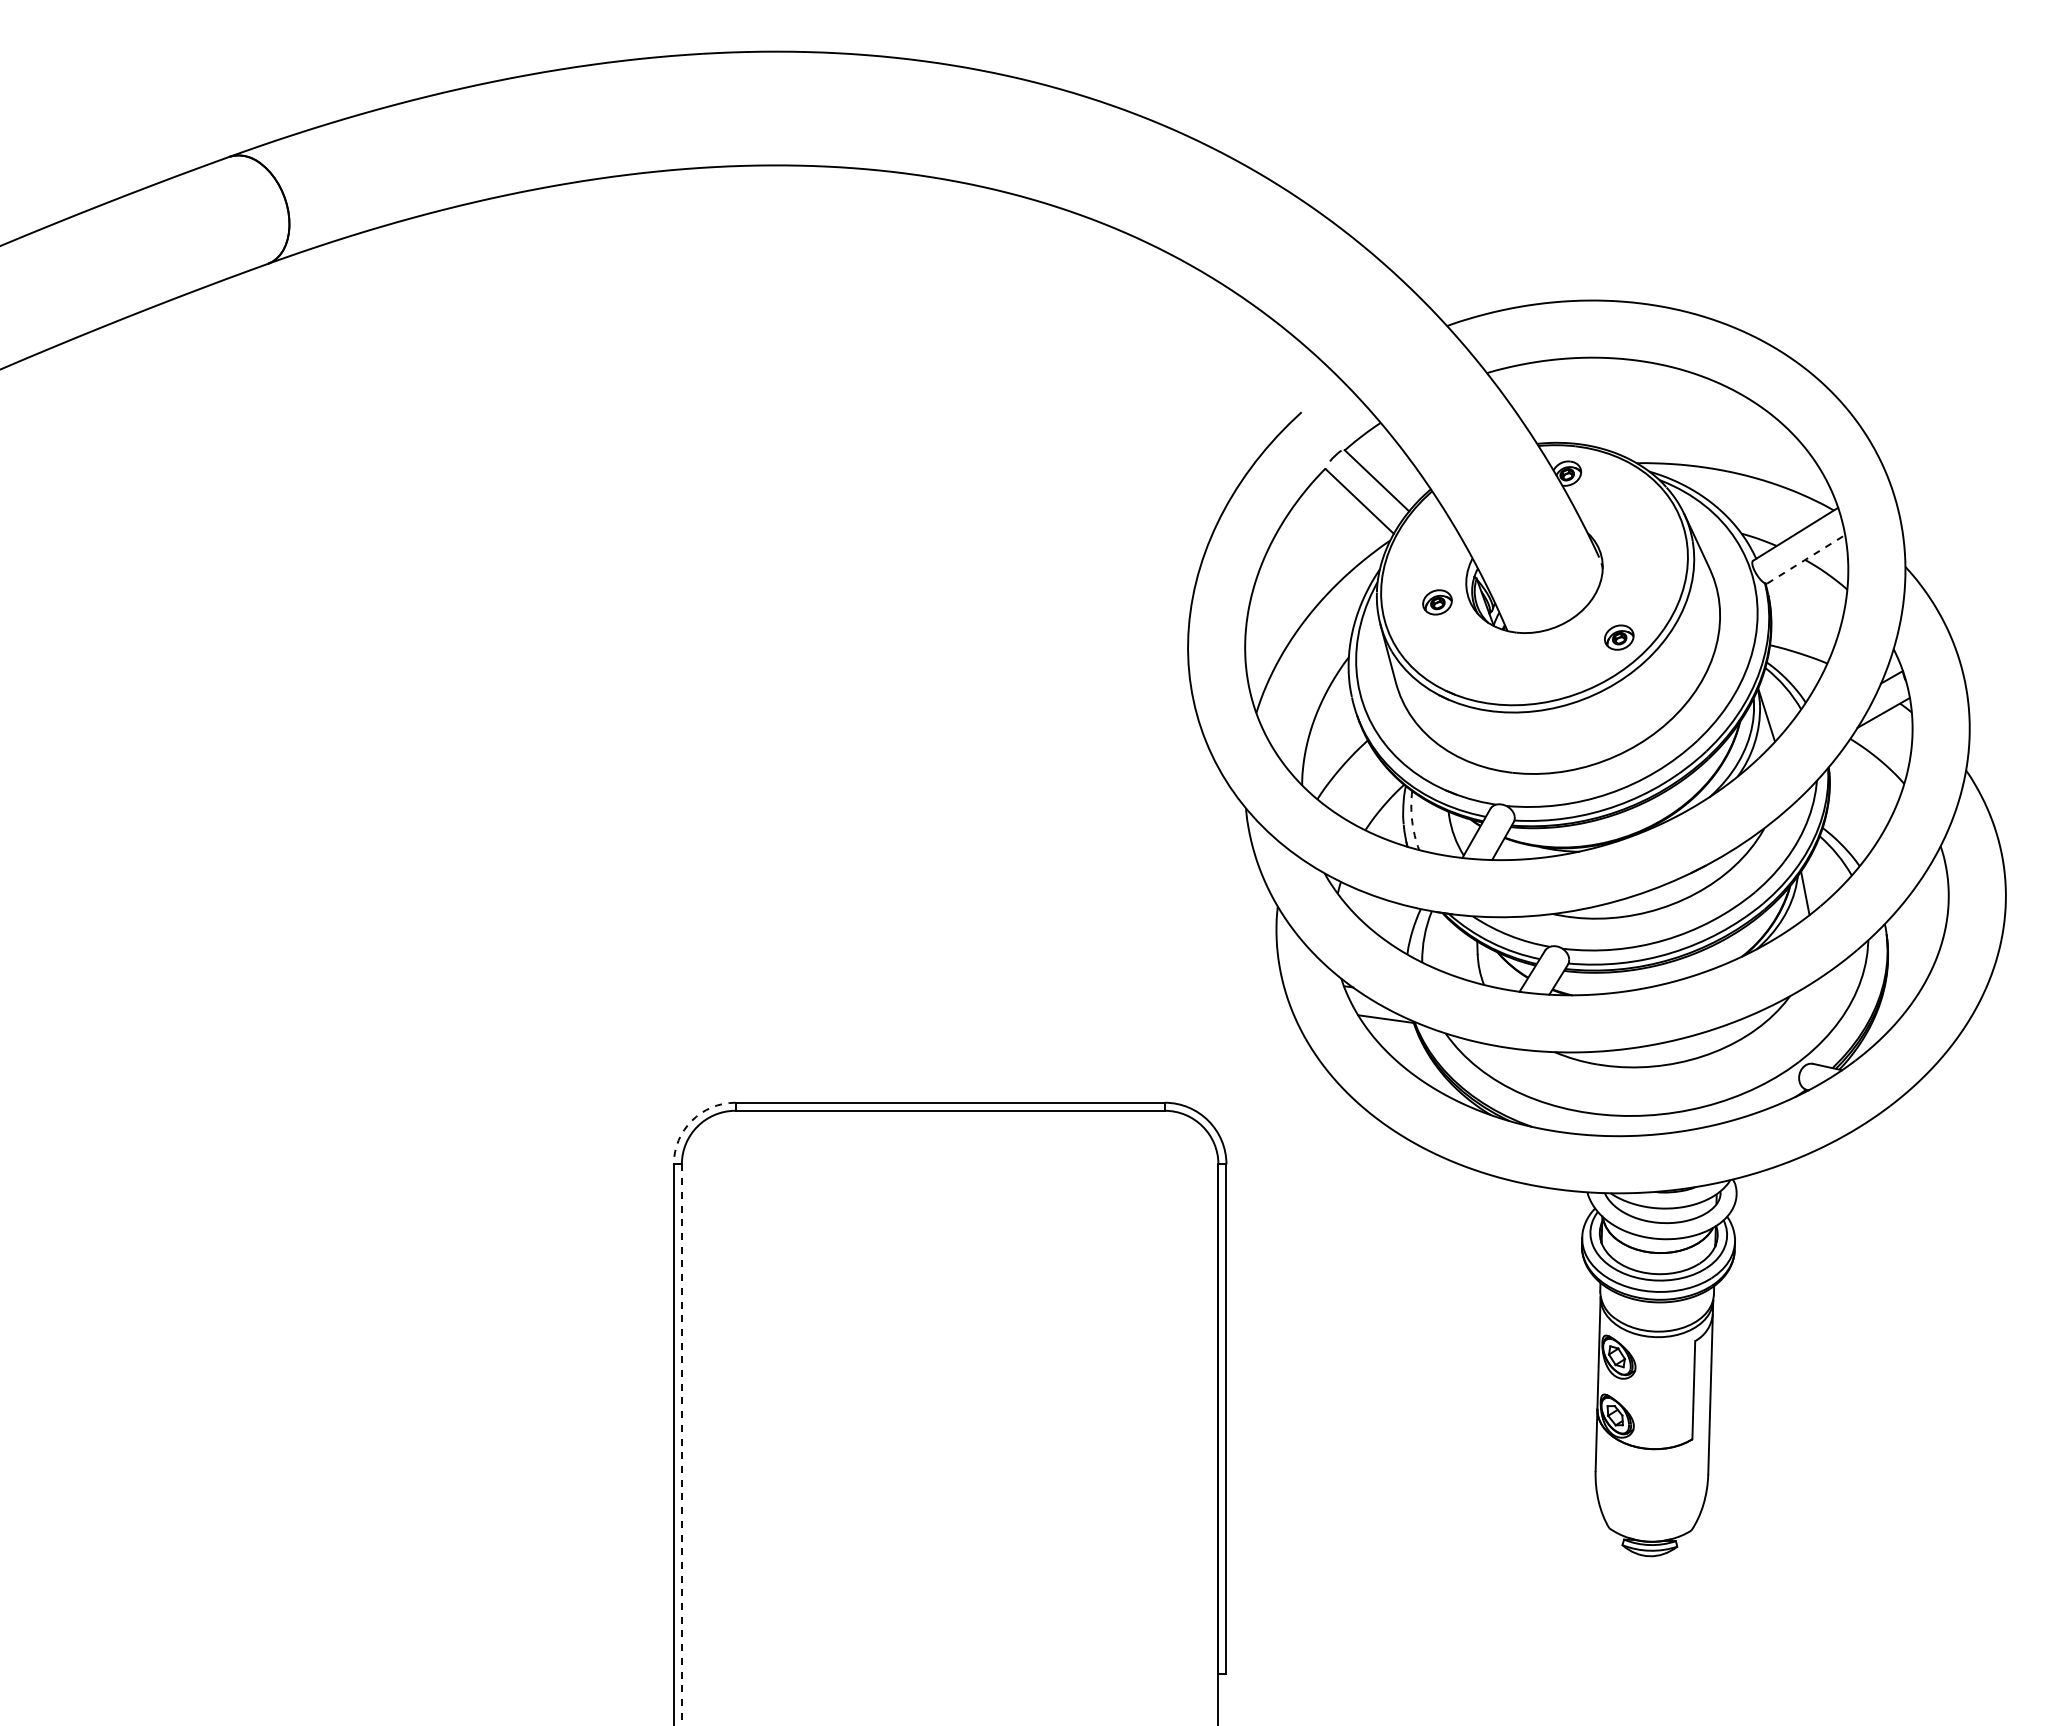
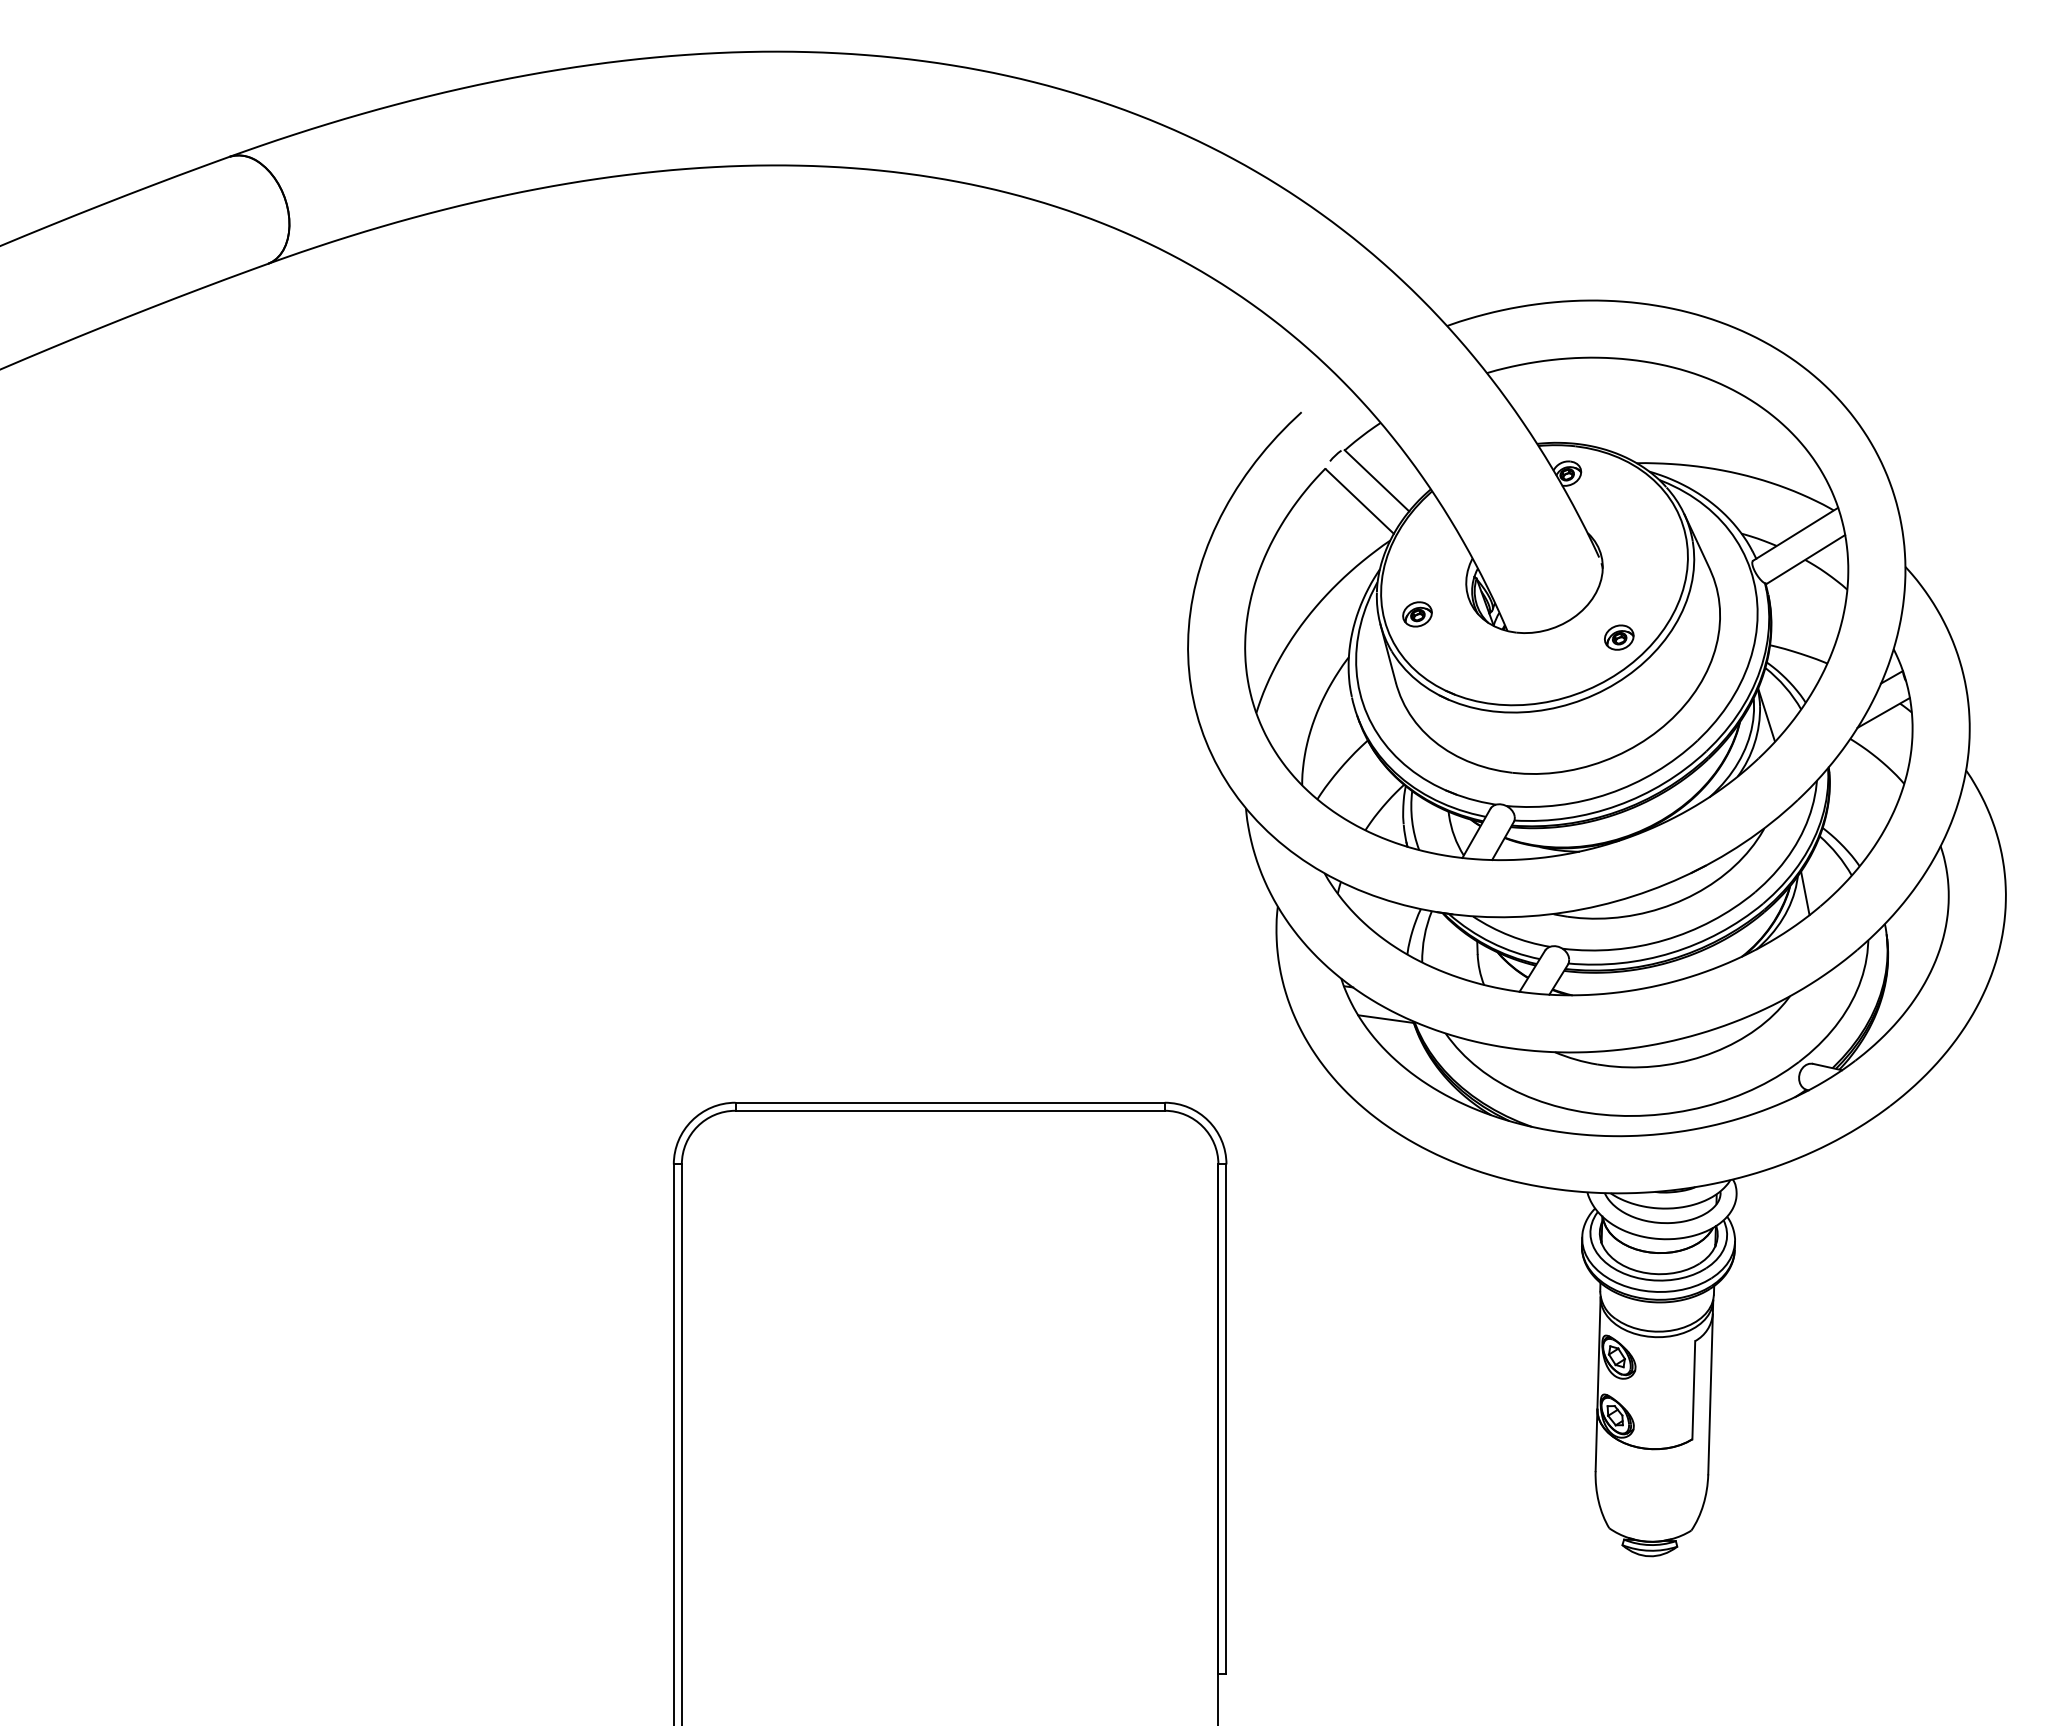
line at (1806, 559): dashed -> solid
part at (1437, 602) position: (1437, 602) -> (1417, 614)
arc at (1412, 821): dashed -> solid
arc at (691, 1120): dashed -> solid
line at (681, 1445): dashed -> solid
